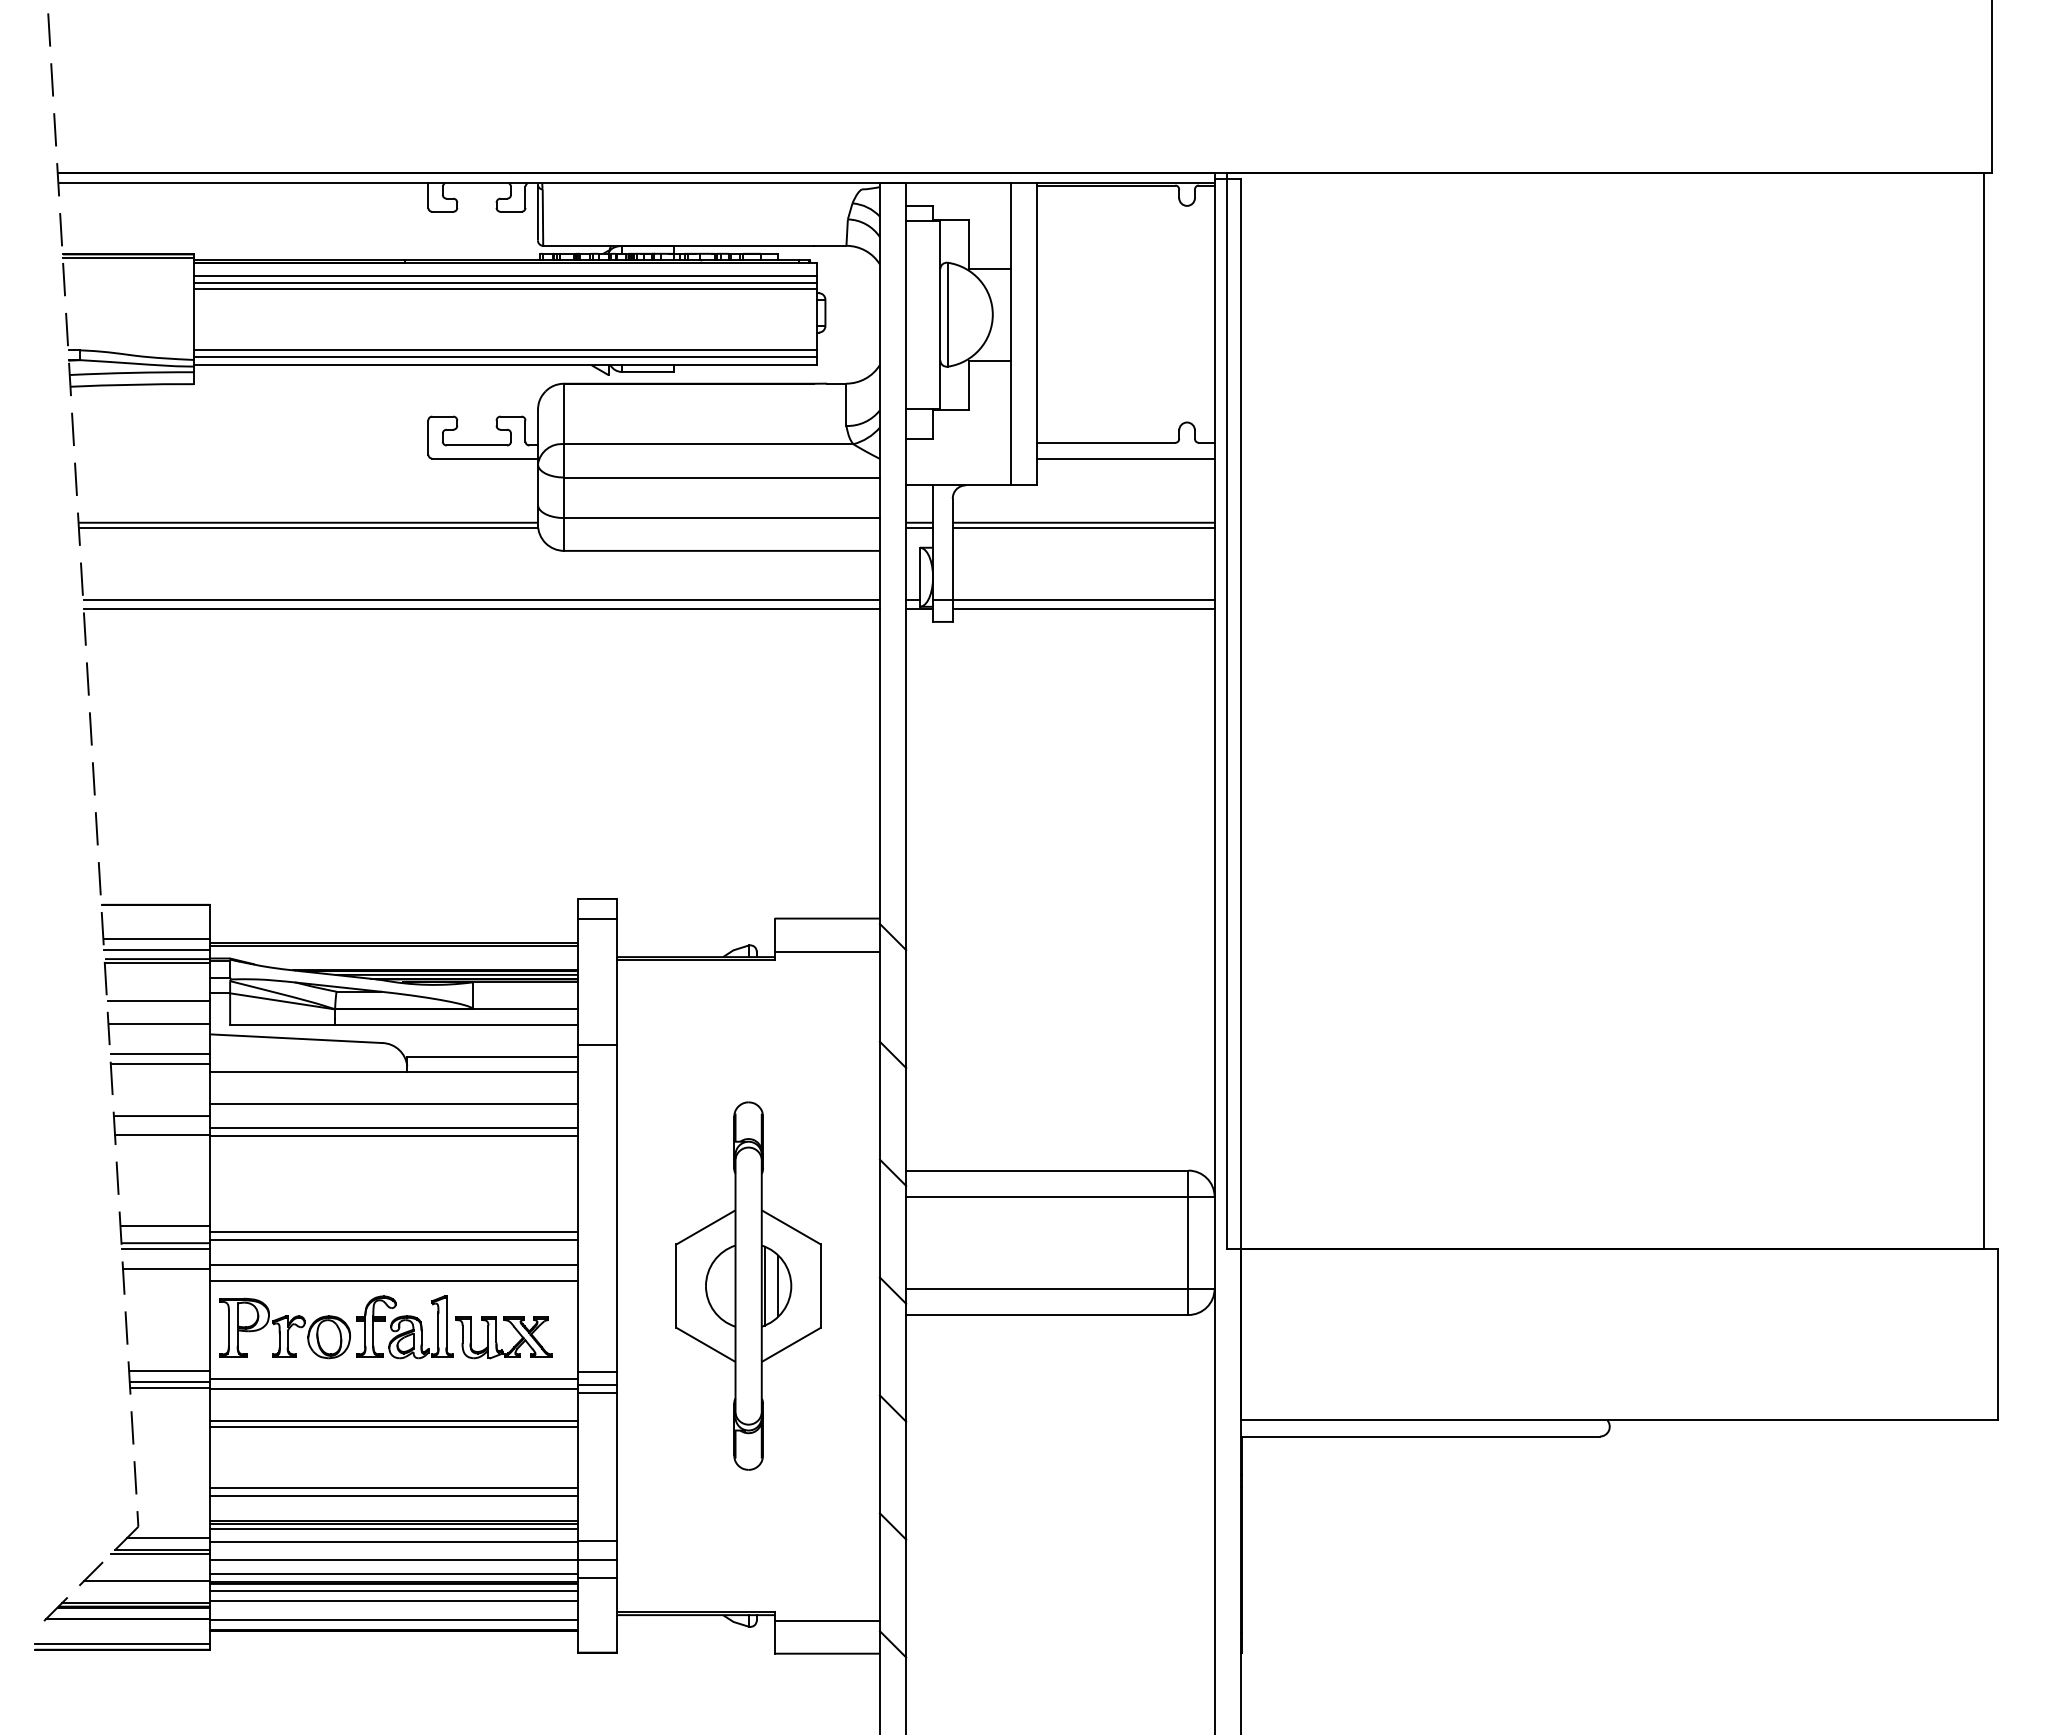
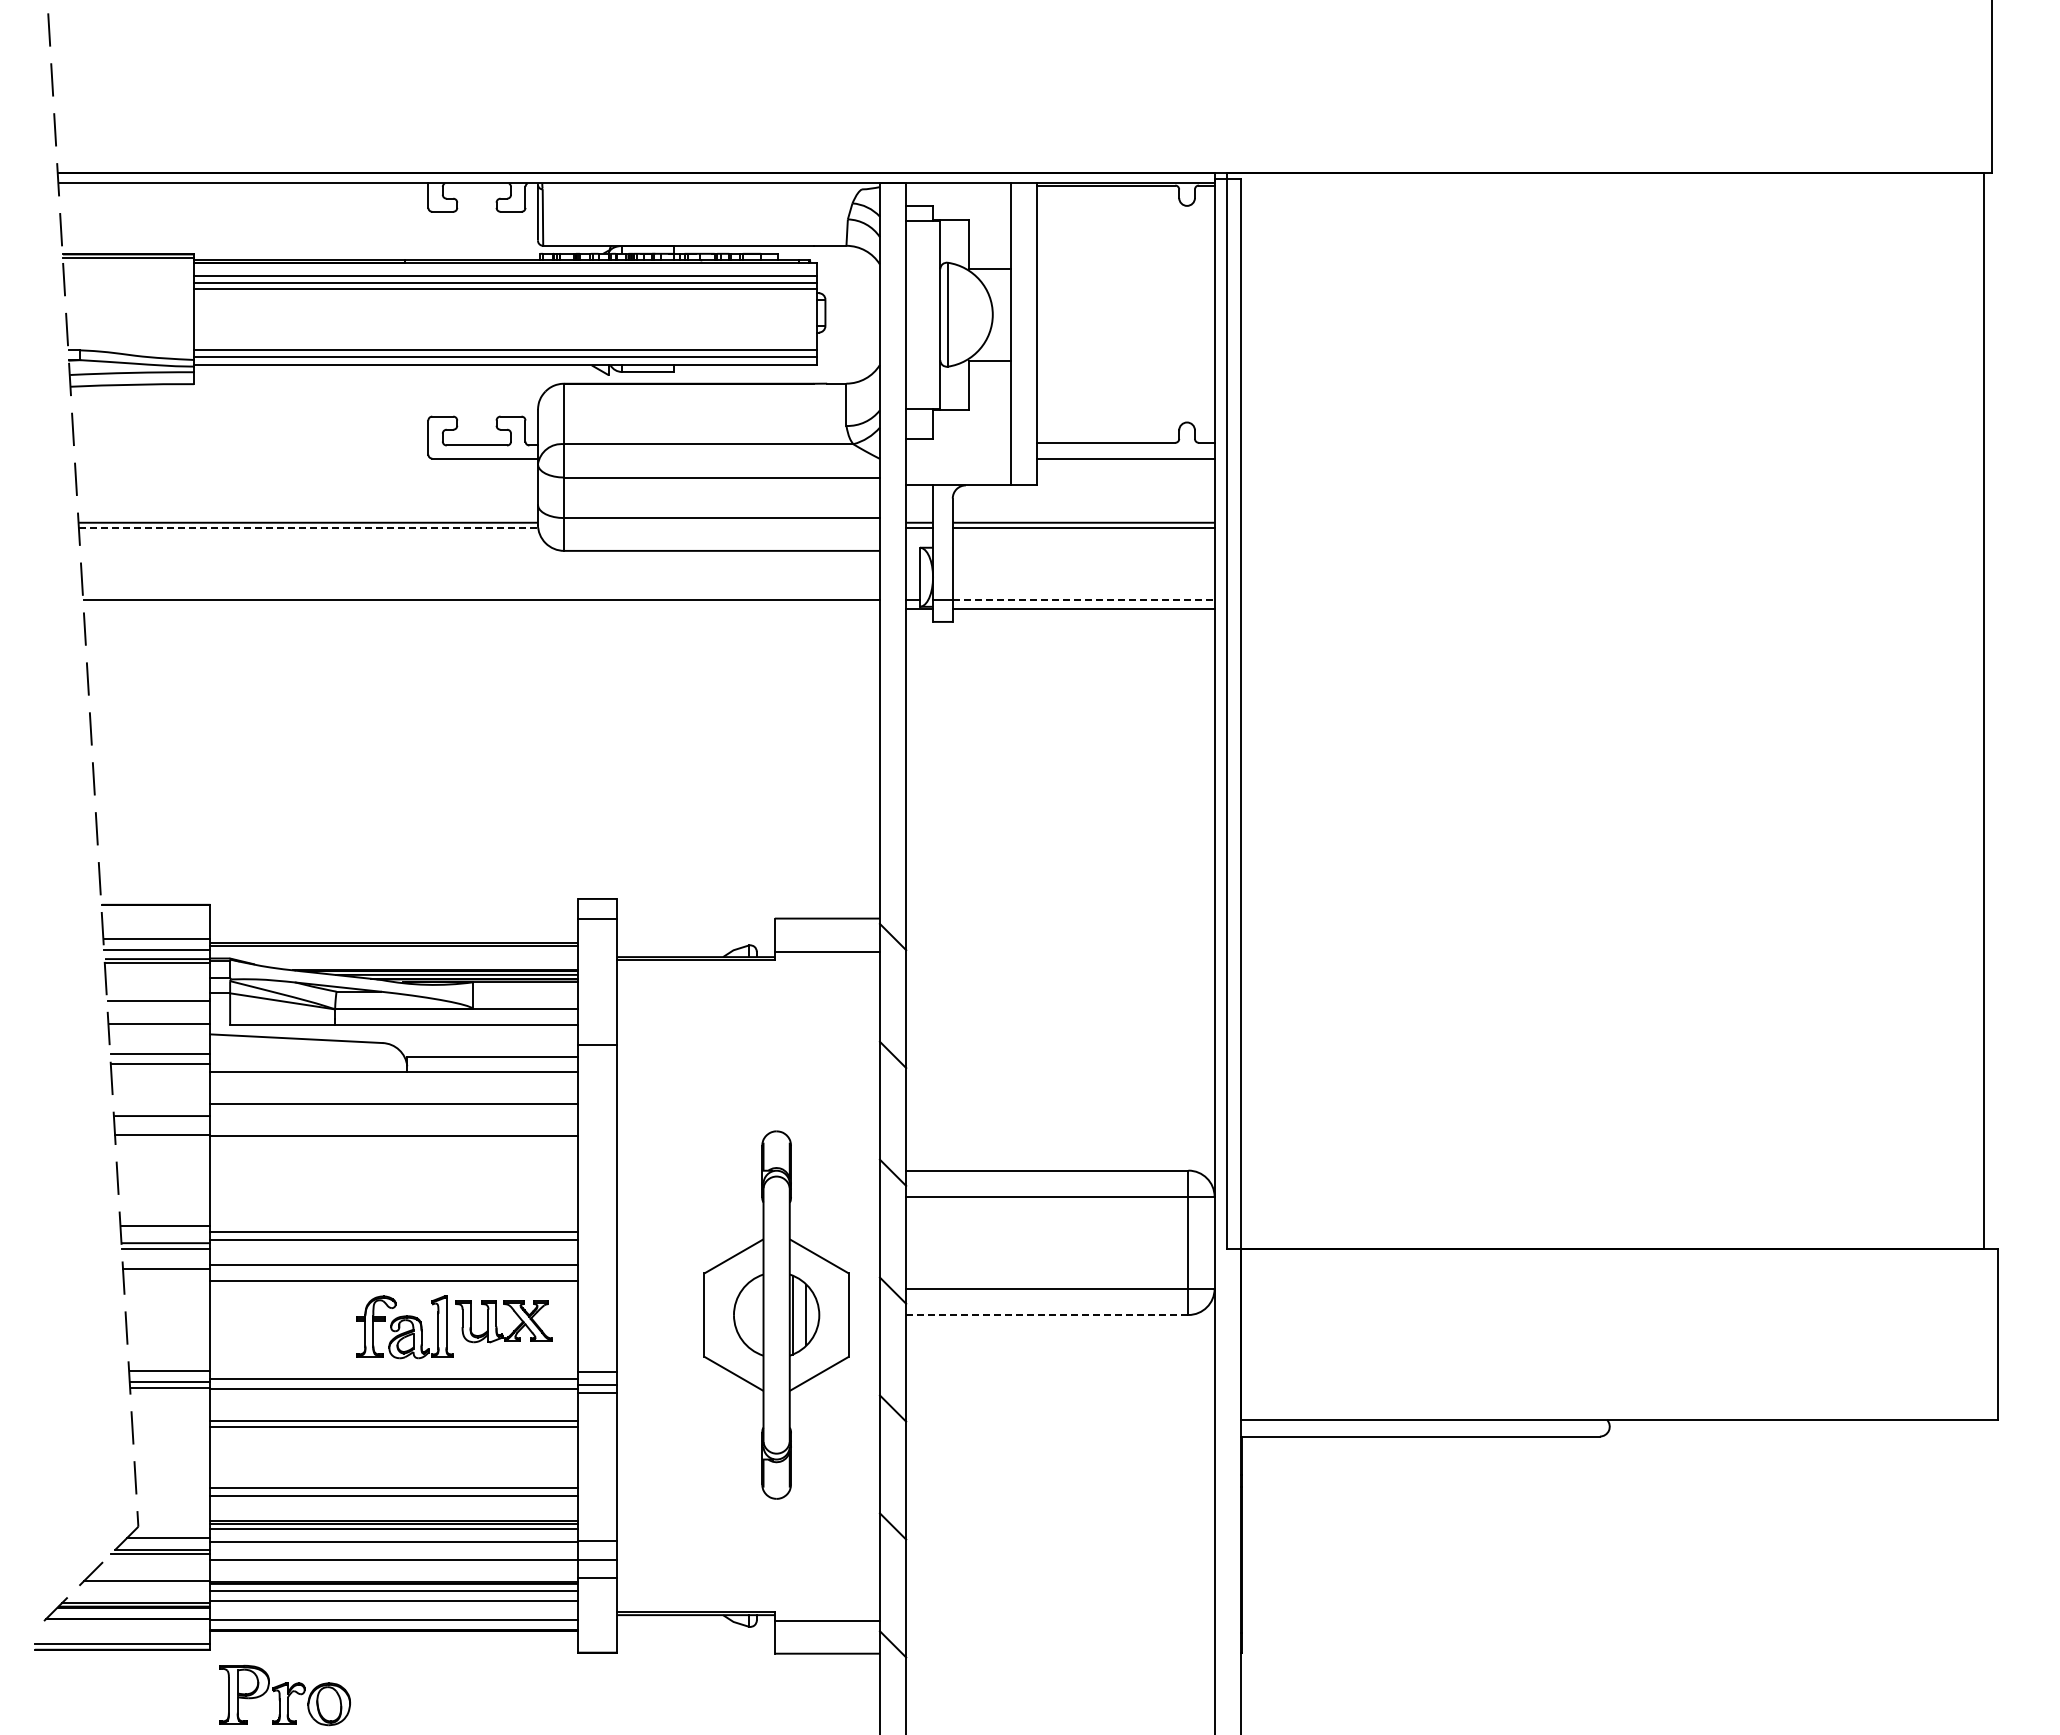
line at (309, 528): solid -> dashed
line at (1083, 599): solid -> dashed
line at (481, 608): present -> none
line at (394, 1128): present -> none
part at (748, 1285) position: (748, 1285) -> (776, 1314)
line at (1046, 1315): solid -> dashed
part at (284, 1328) position: (284, 1328) -> (284, 1695)
part at (496, 1337) position: (496, 1337) -> (496, 1321)
line at (394, 1573): present -> none
